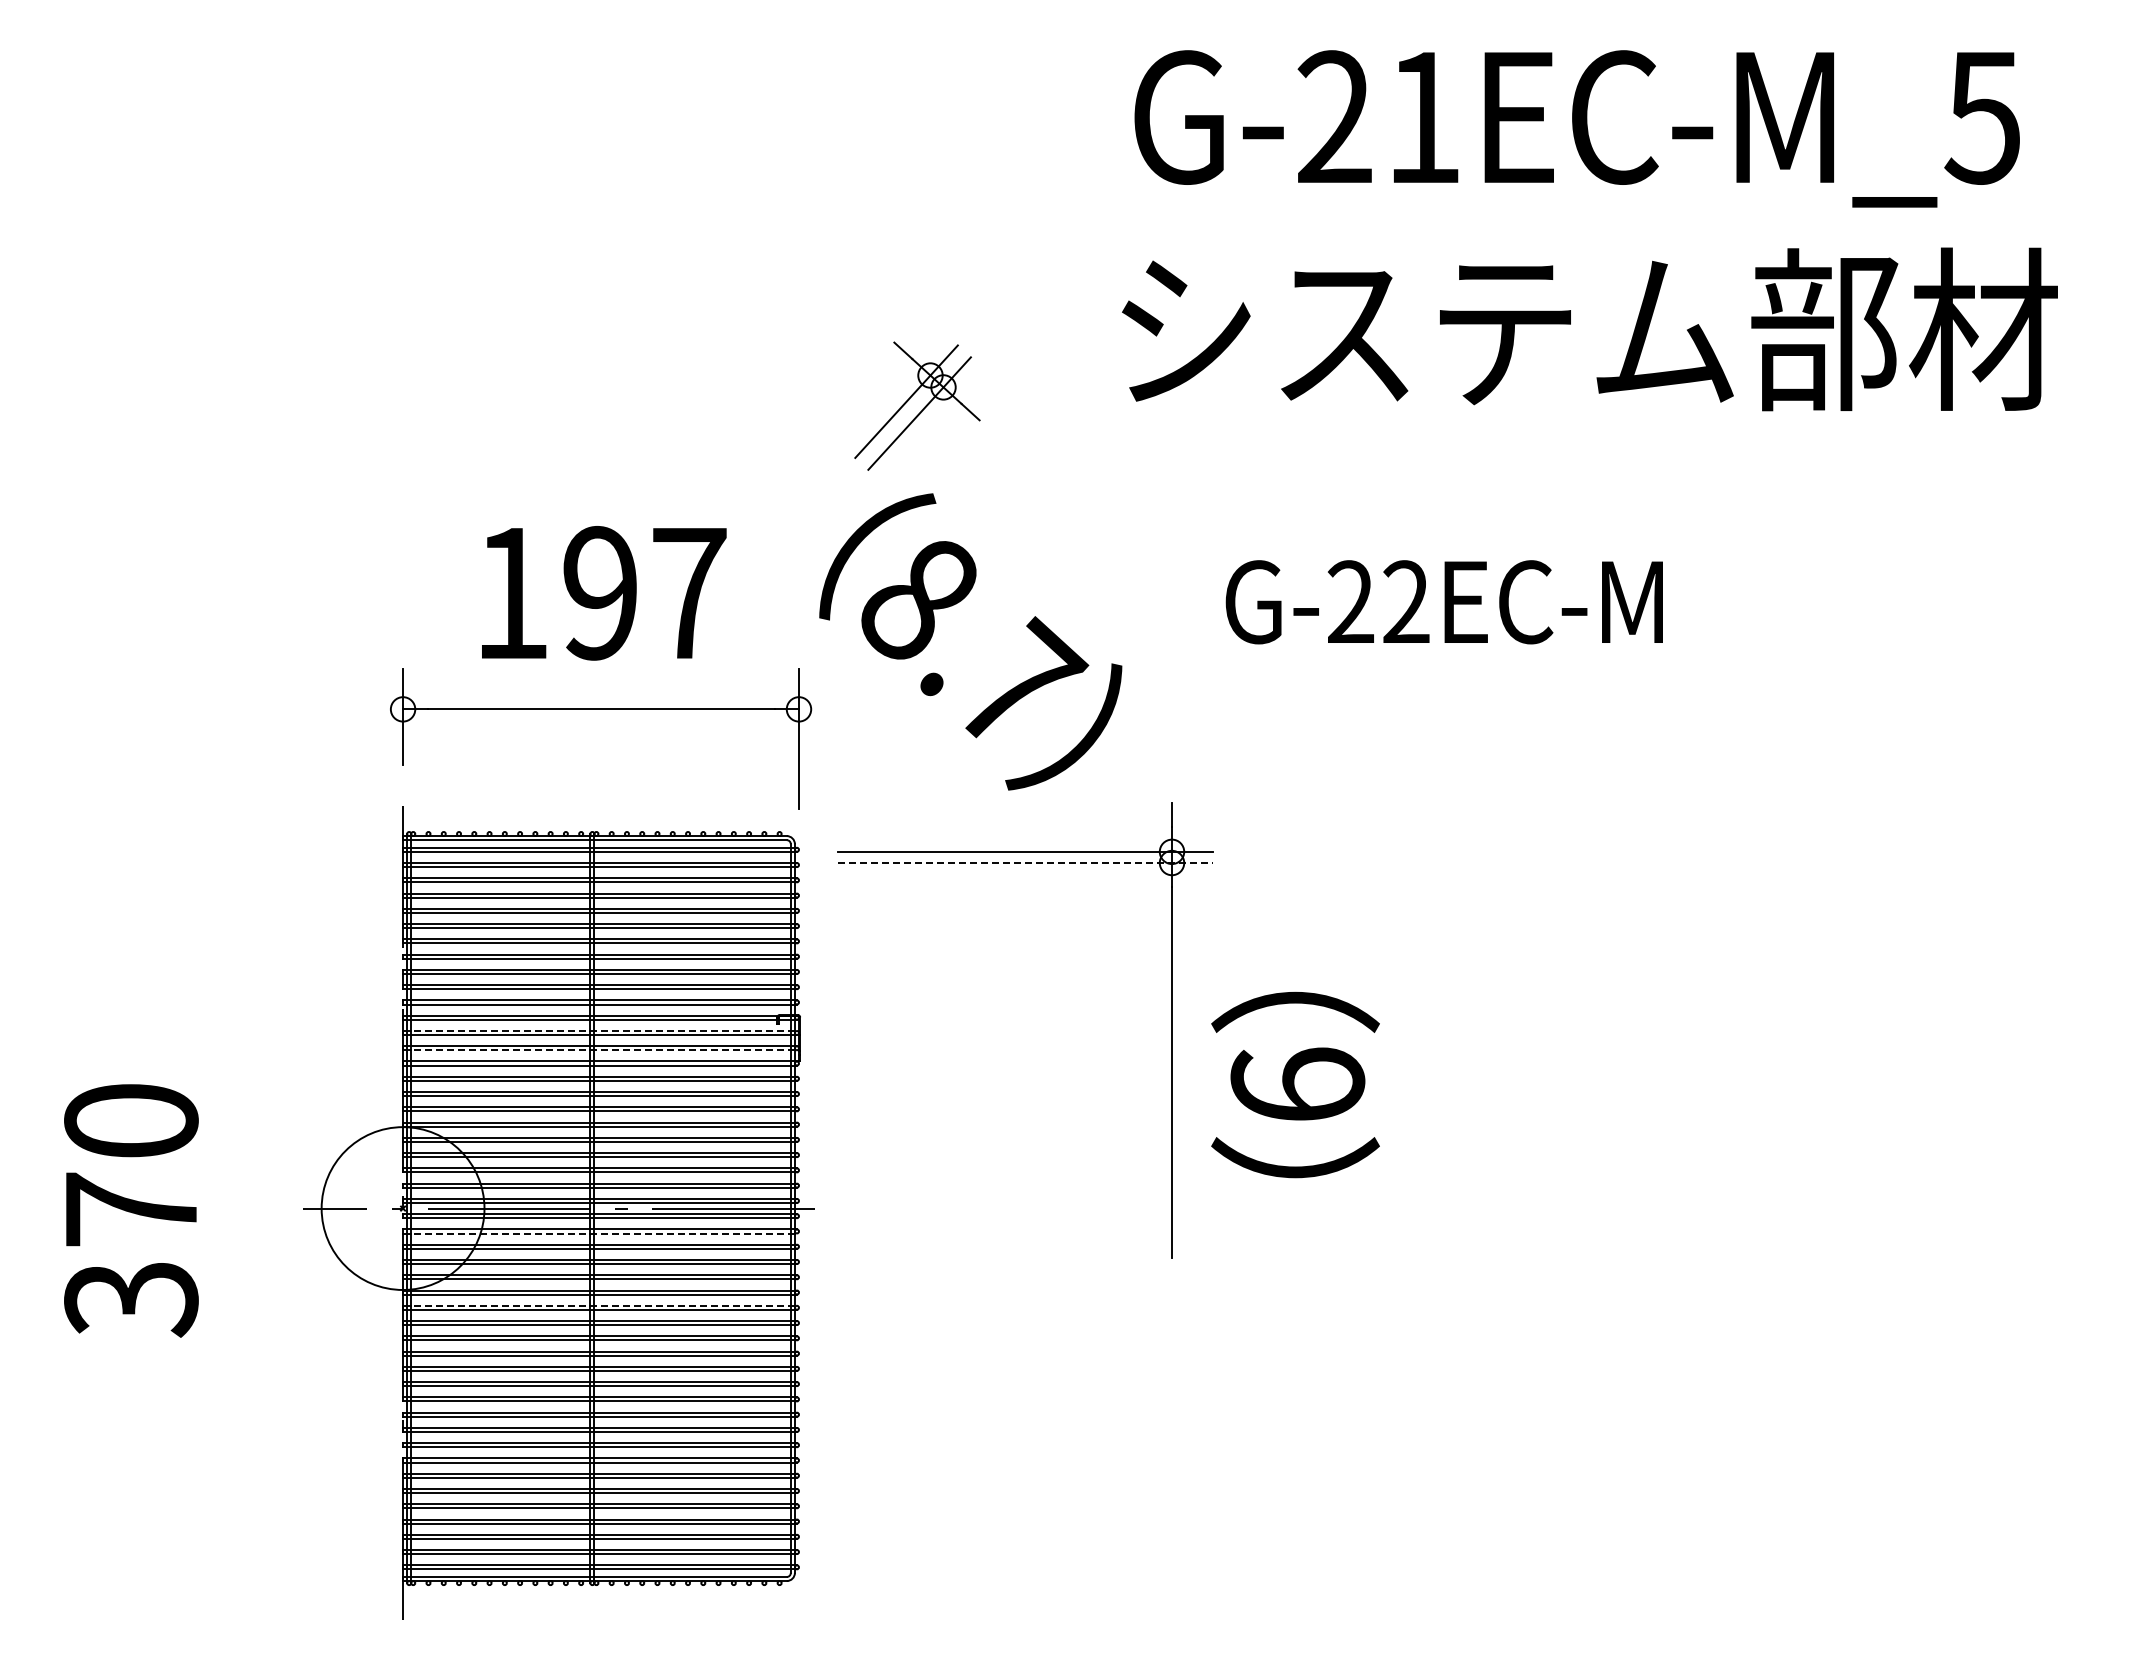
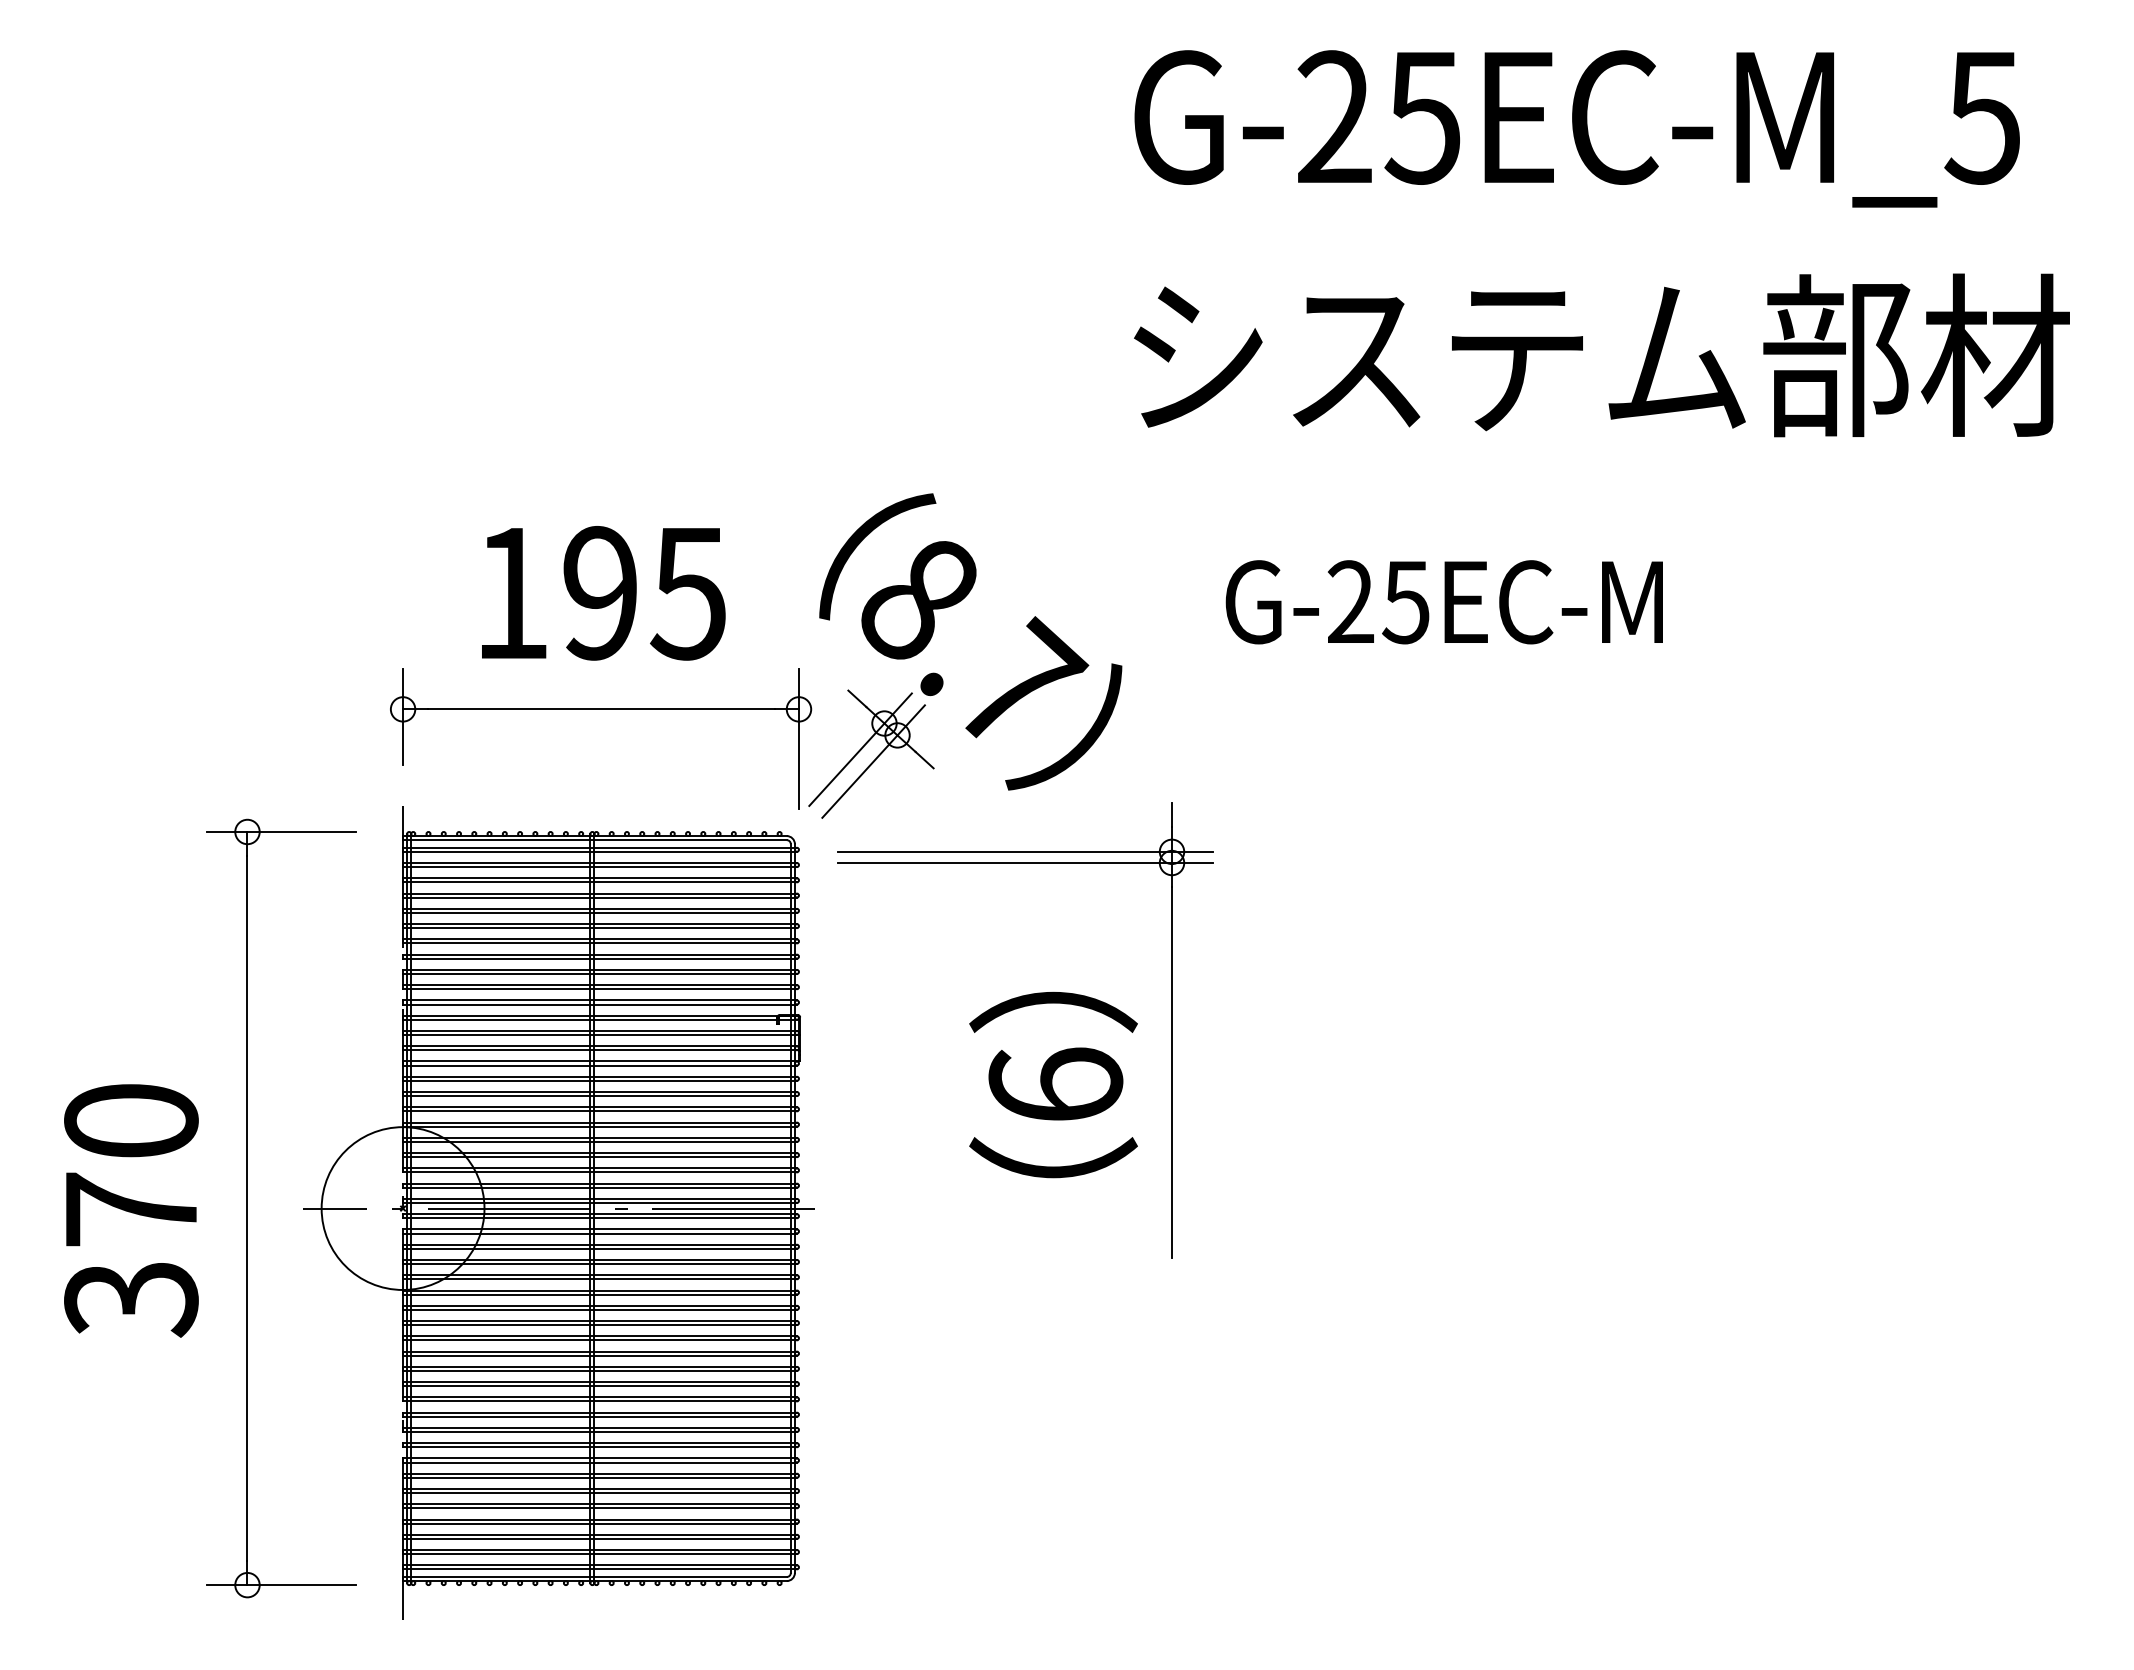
text at (1422, 118): G-21EC-M_5 -> G-25EC-M_5
text at (1589, 329) position: (1589, 329) -> (1601, 355)
part at (923, 407) position: (923, 407) -> (877, 755)
text at (688, 594): 197 -> 195
text at (1405, 602): G-22EC-M -> G-25EC-M
line at (1025, 863): dashed -> solid
line at (600, 1030): dashed -> solid
line at (600, 1050): dashed -> solid
text at (1295, 1084) position: (1295, 1084) -> (1053, 1084)
part at (247, 1208): none -> present
line at (600, 1233): dashed -> solid
line at (600, 1305): dashed -> solid
